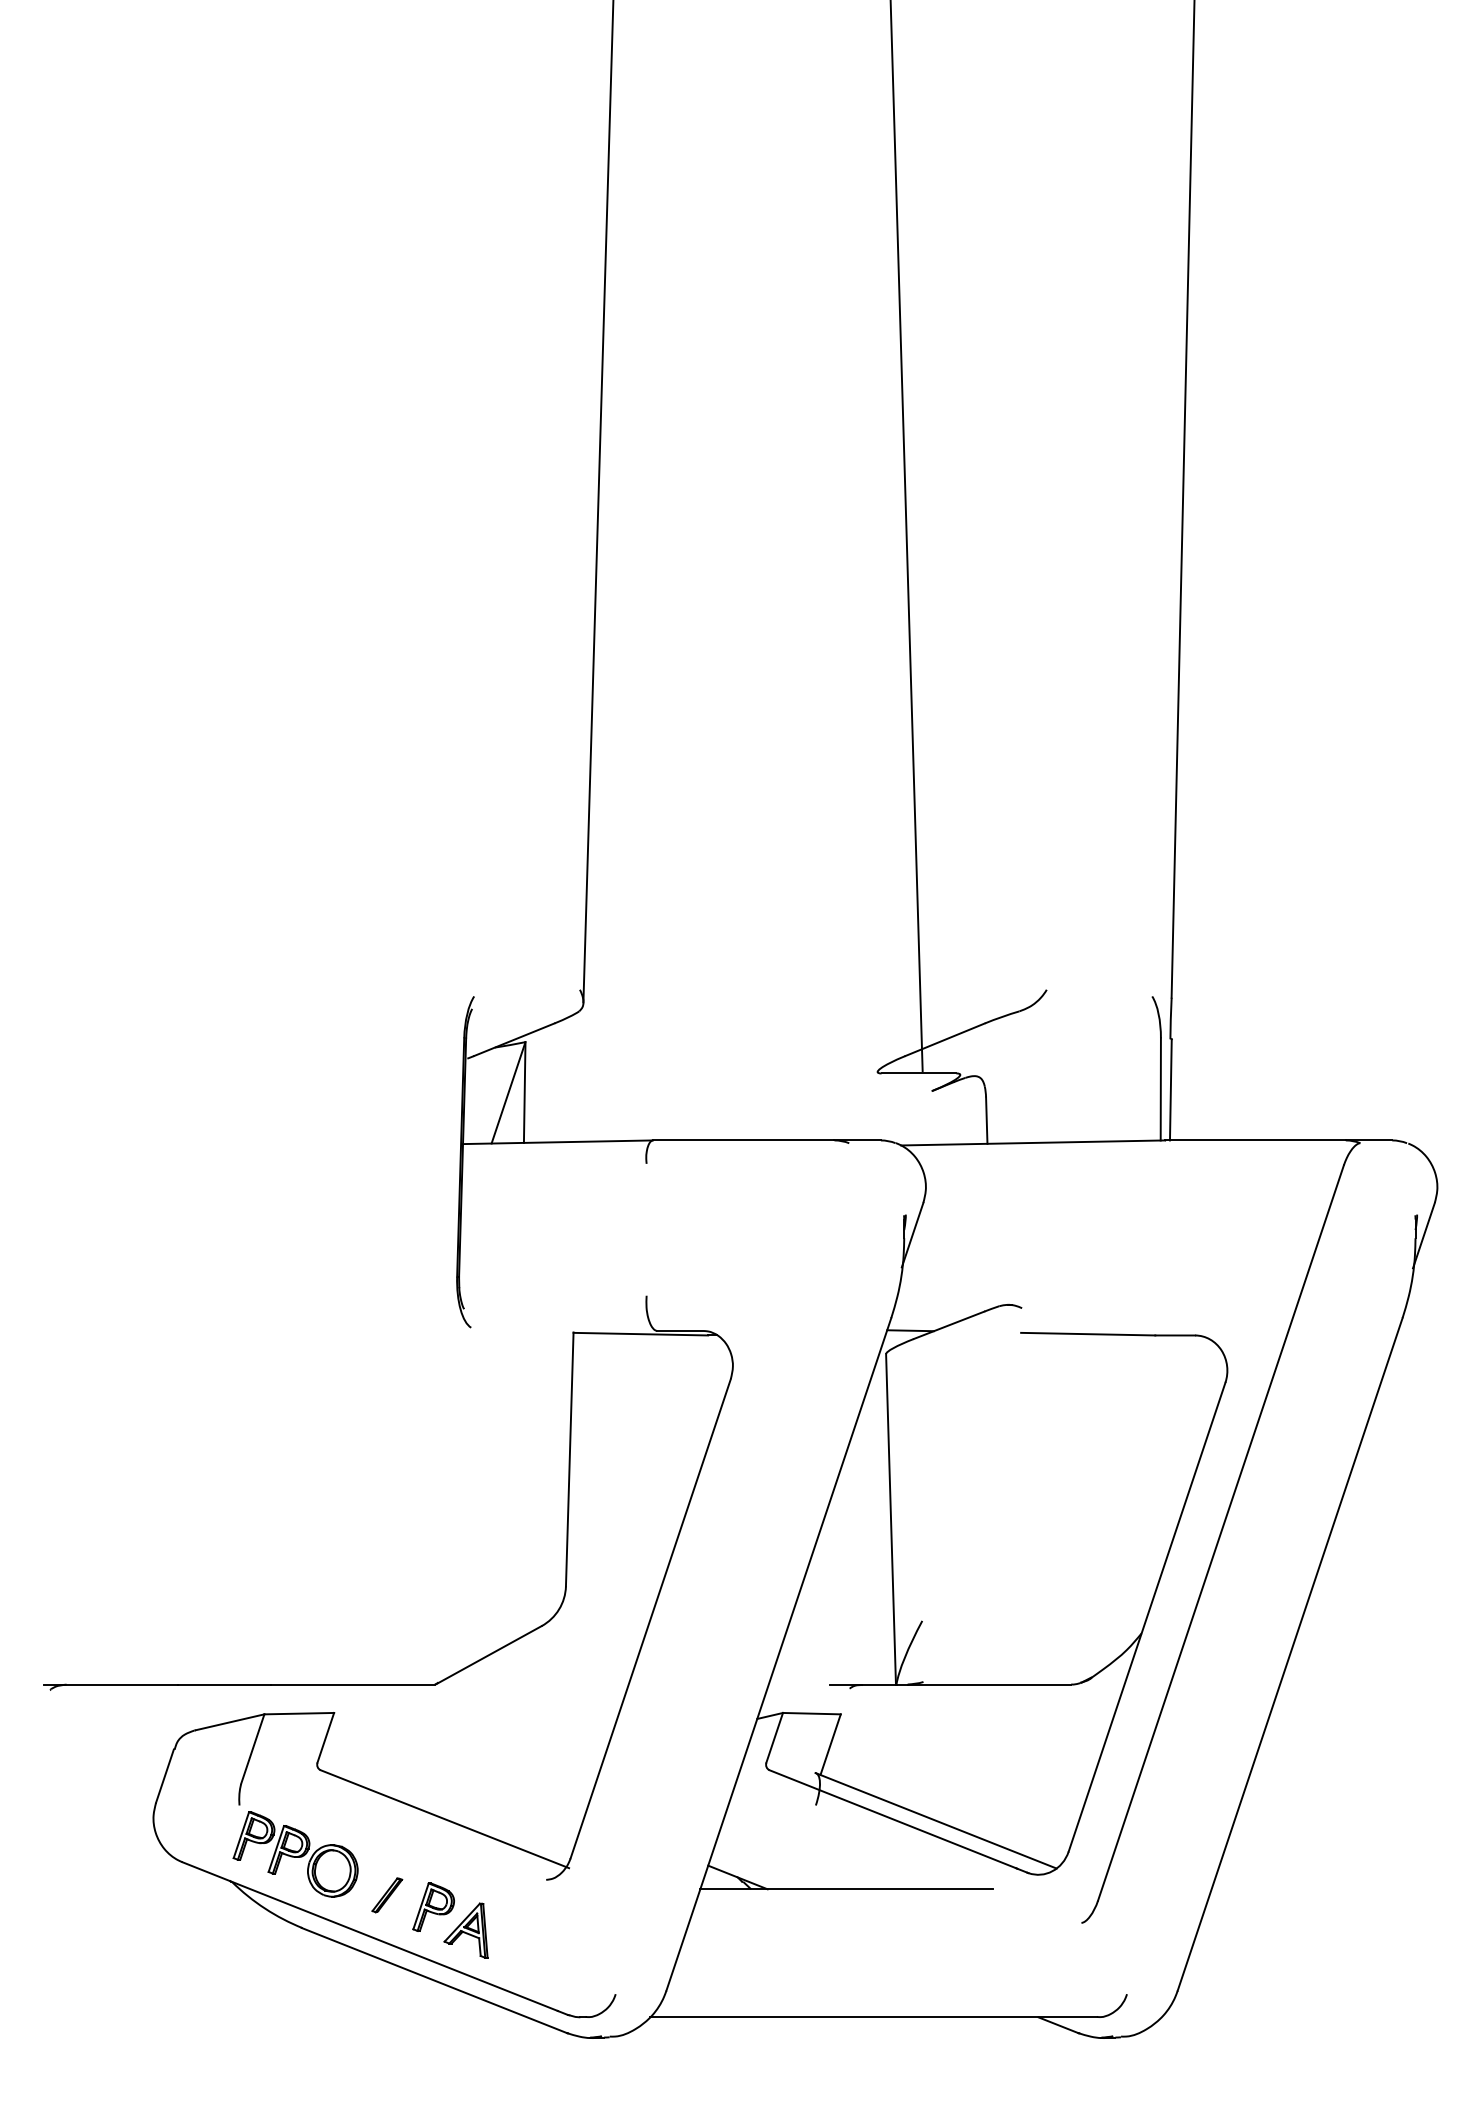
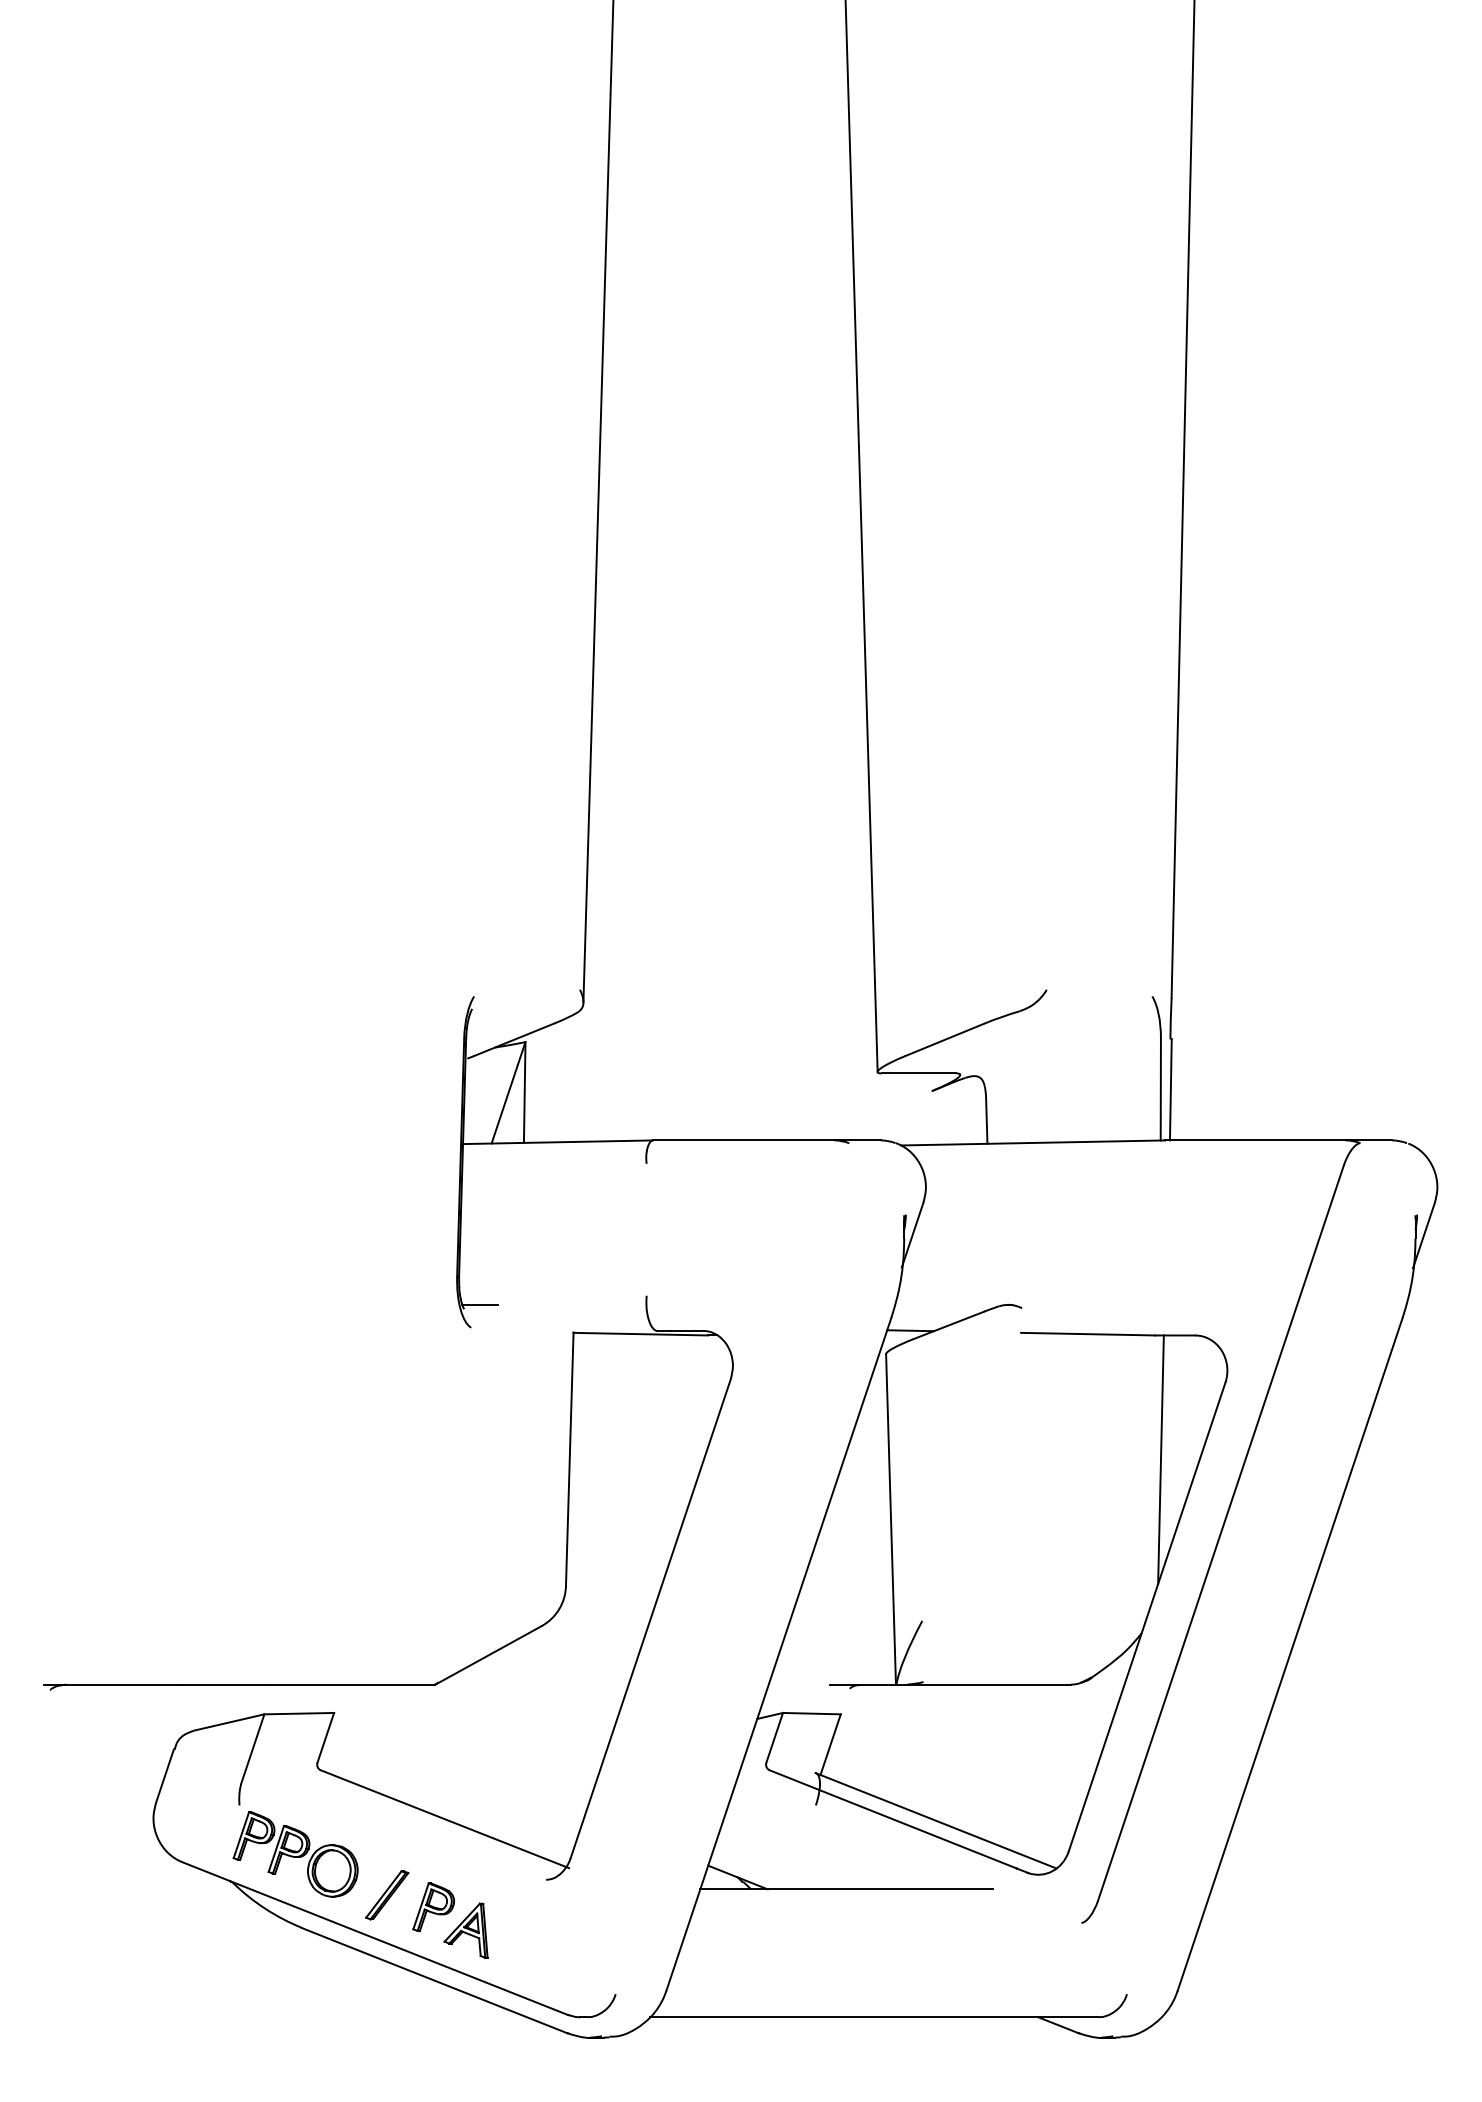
line at (906, 536) position: (906, 536) -> (861, 537)
line at (480, 1304): none -> present
line at (1160, 1459): none -> present
part at (387, 1895) size: 33x37 px -> 45x51 px
